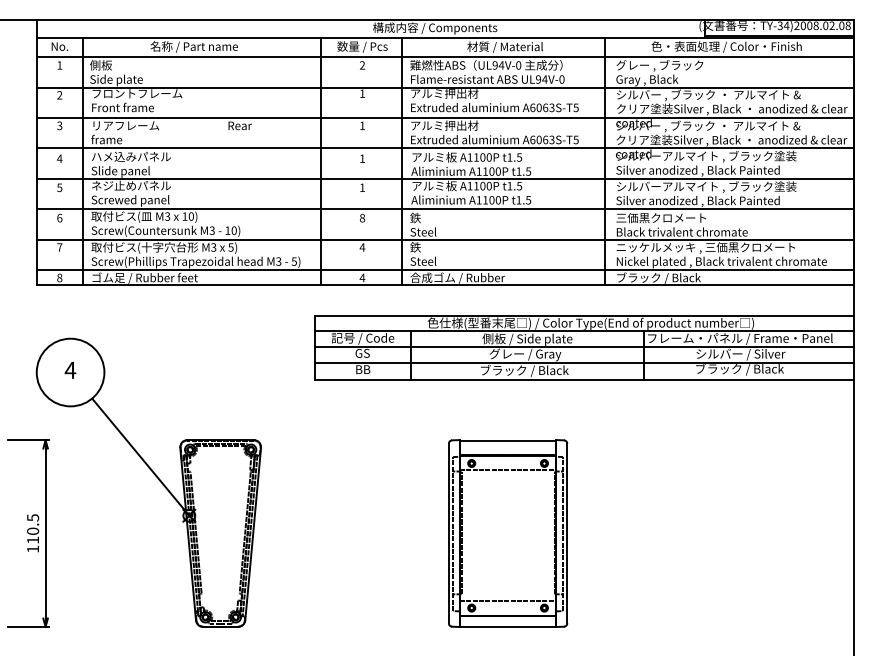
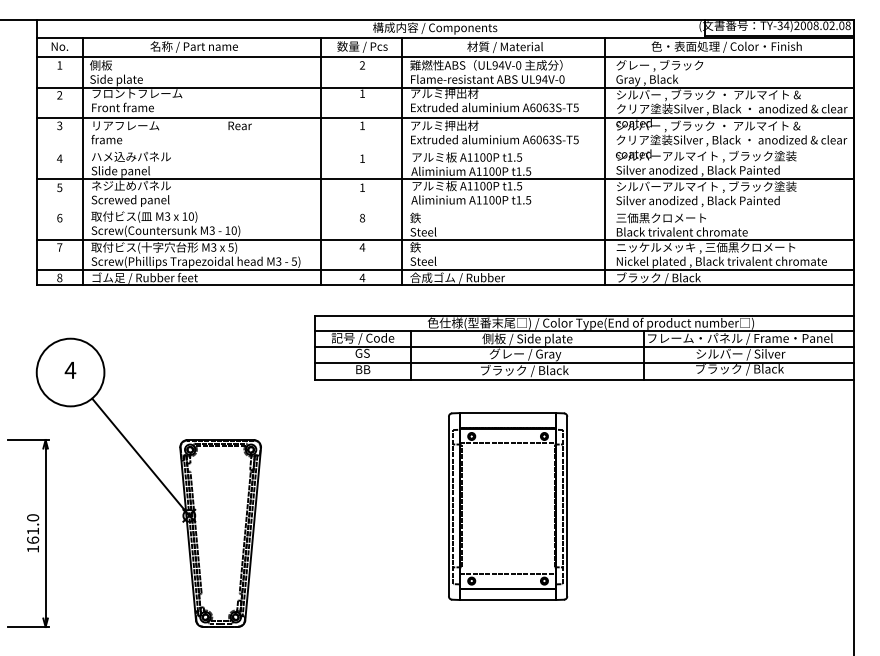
line at (444, 148): present -> none
line at (444, 209): present -> none
text at (33, 528): 110.5 -> 161.0
part at (508, 533) position: (508, 533) -> (508, 506)
